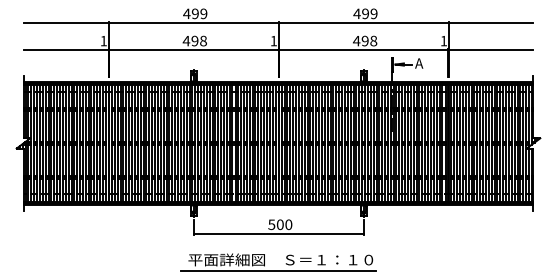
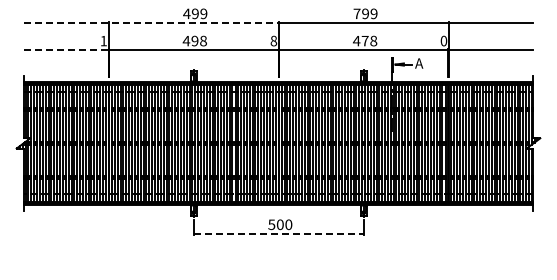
text at (356, 13): 499 -> 799
line at (151, 22): solid -> dashed
text at (273, 40): 1 -> 8
text at (364, 40): 498 -> 478
text at (443, 40): 1 -> 0
line at (66, 49): solid -> dashed
line at (279, 233): solid -> dashed
part at (285, 263): present -> none
